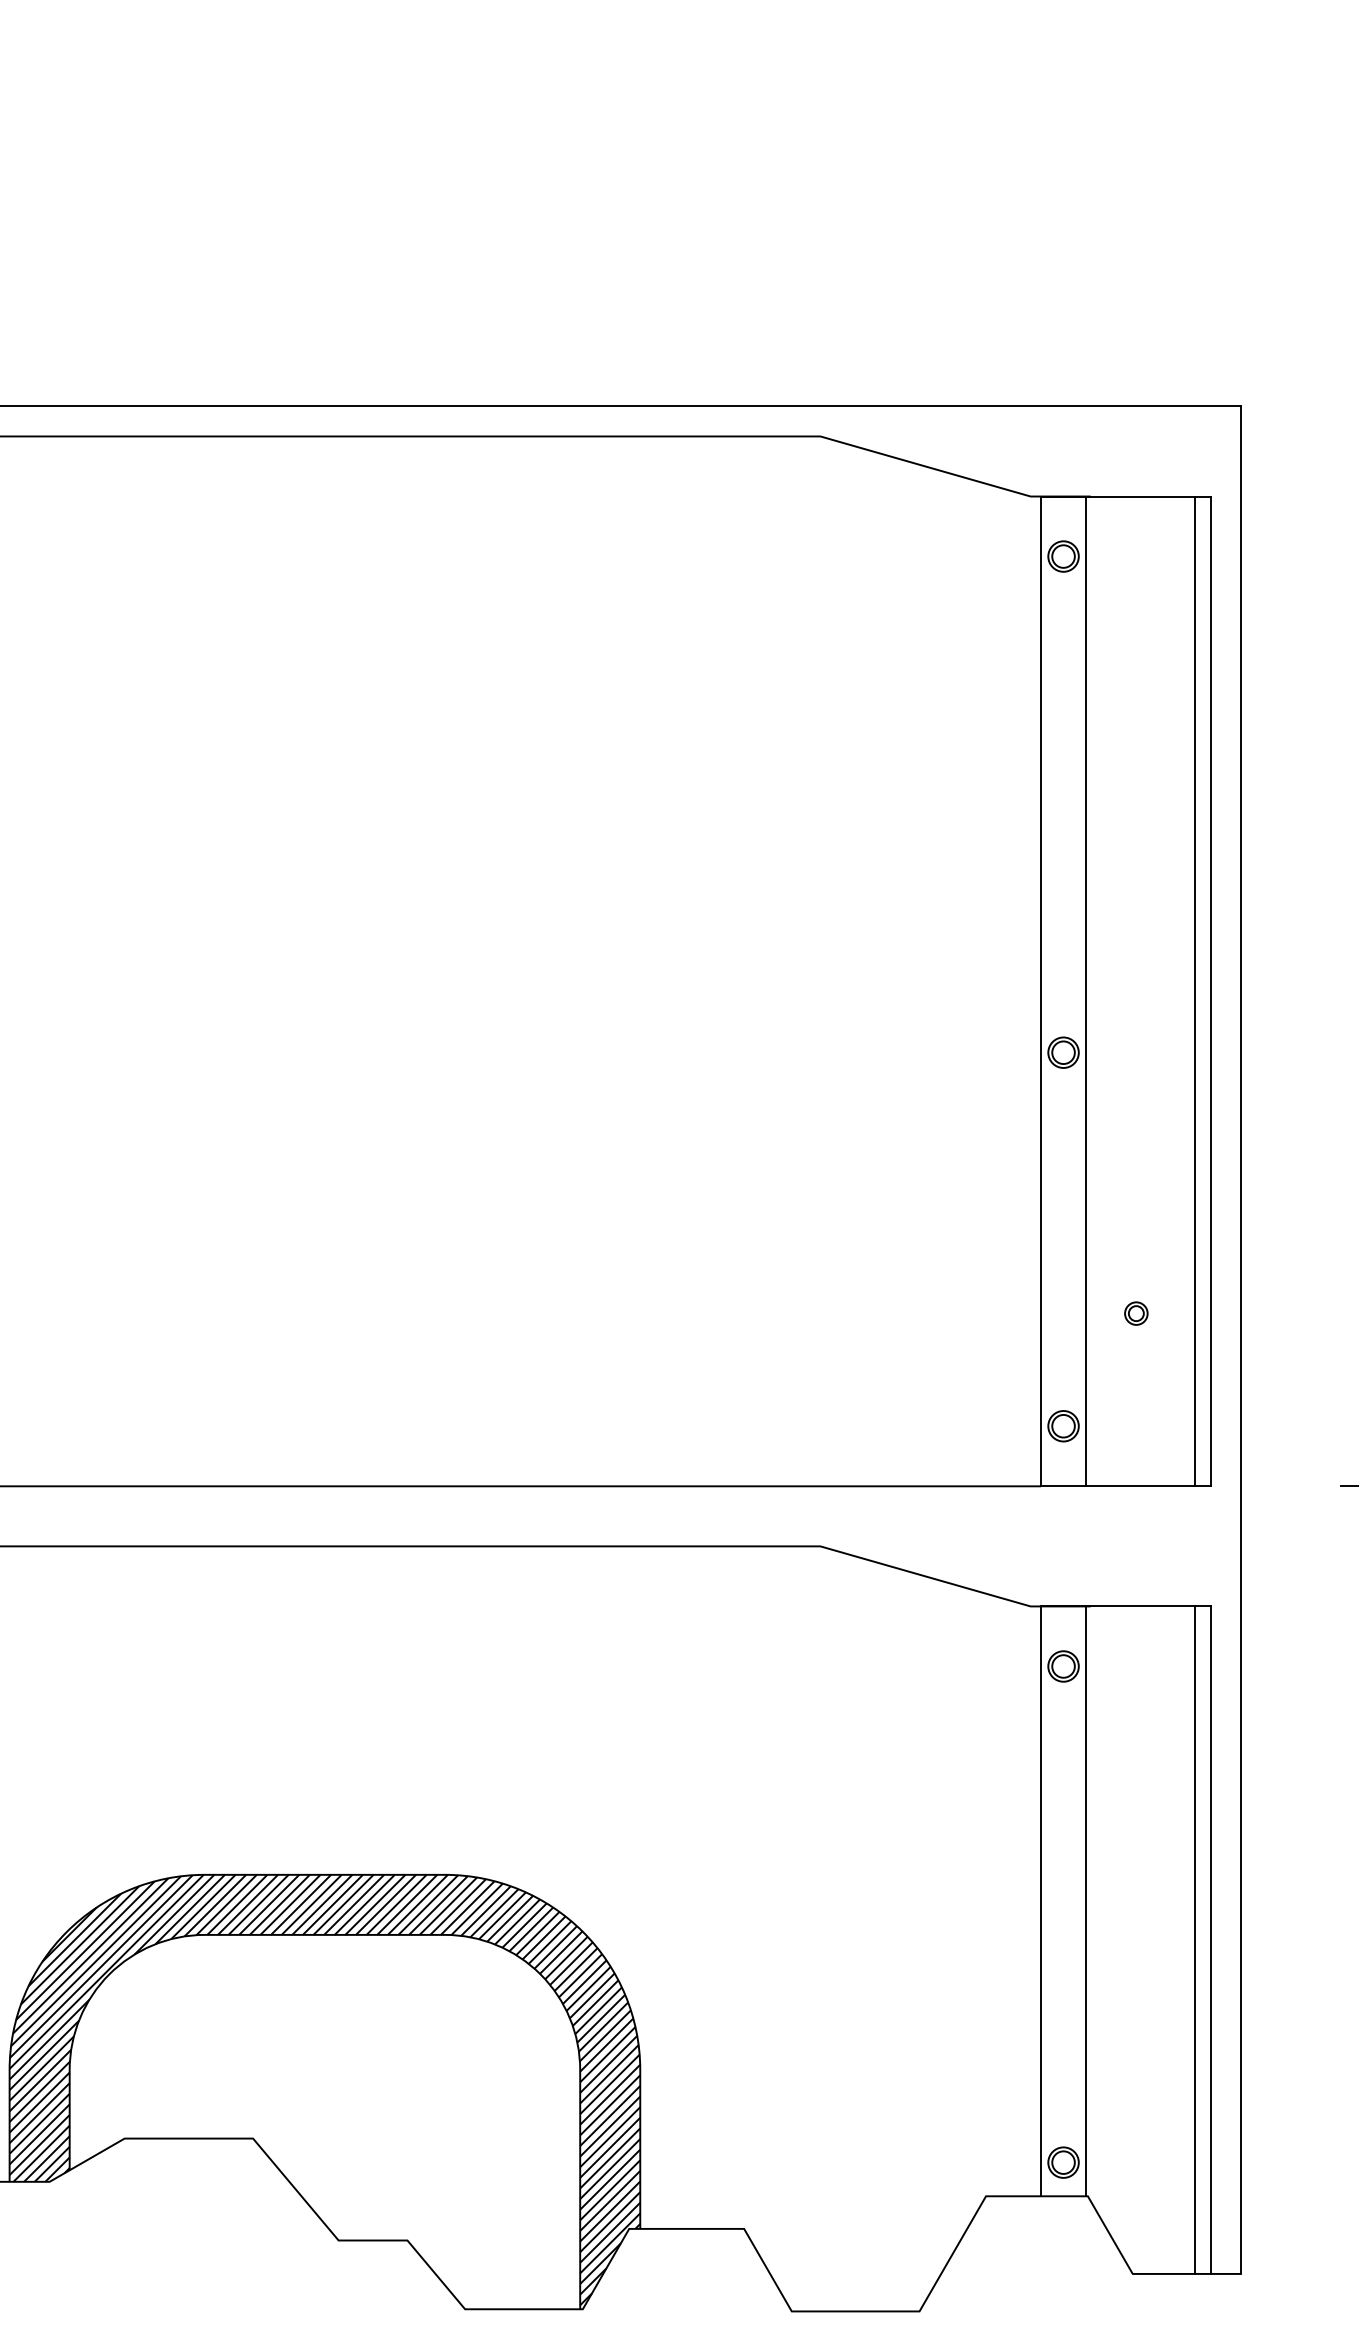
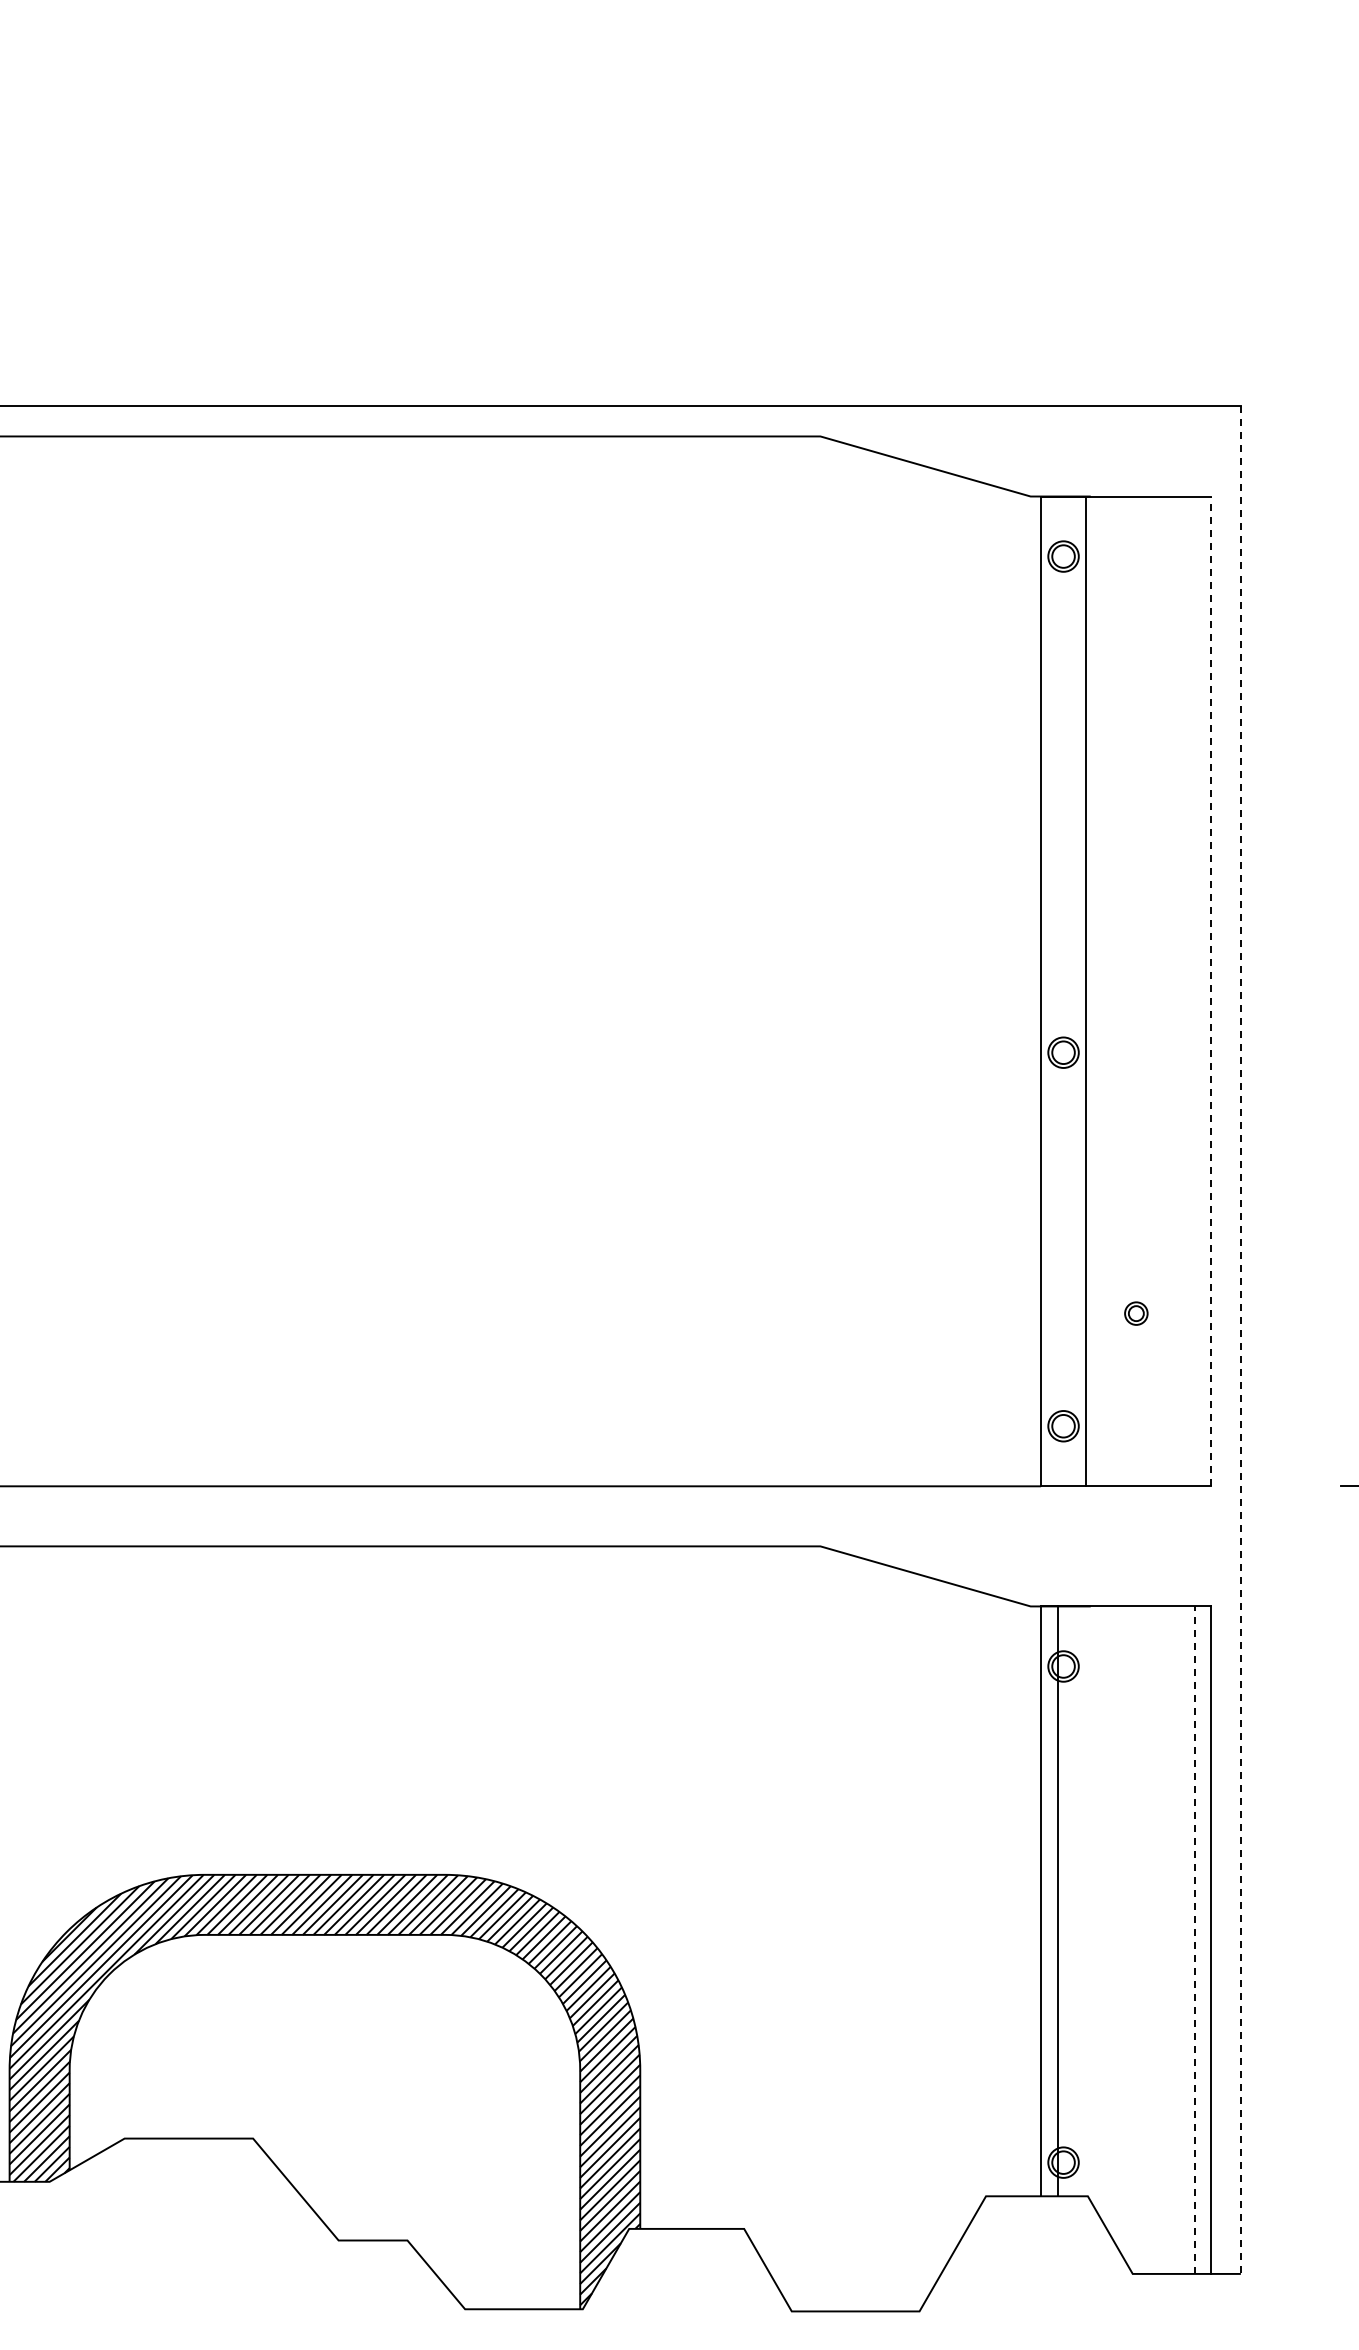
line at (1194, 991): present -> none
line at (1211, 991): solid -> dashed
line at (1240, 1340): solid -> dashed
line at (1086, 1901) position: (1086, 1901) -> (1058, 1901)
line at (1194, 1940): solid -> dashed
